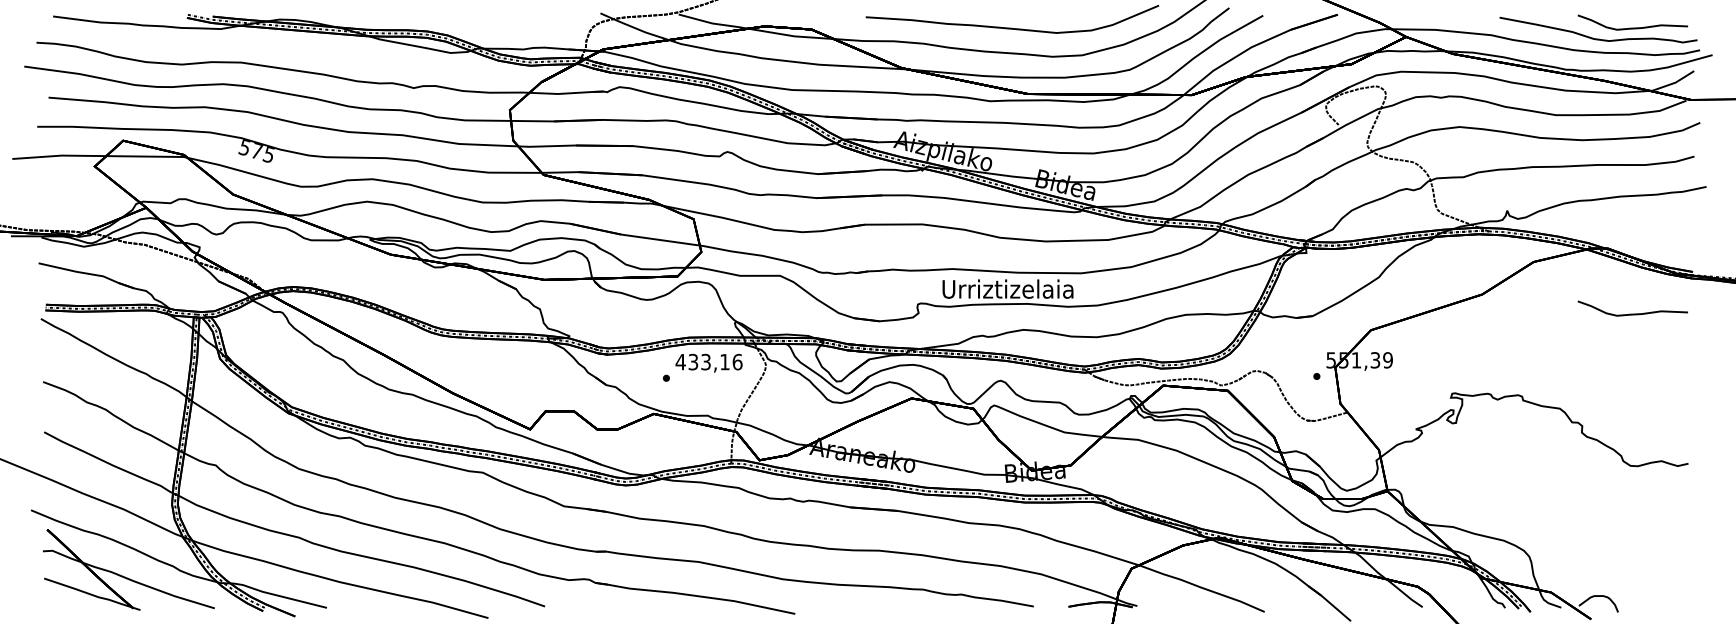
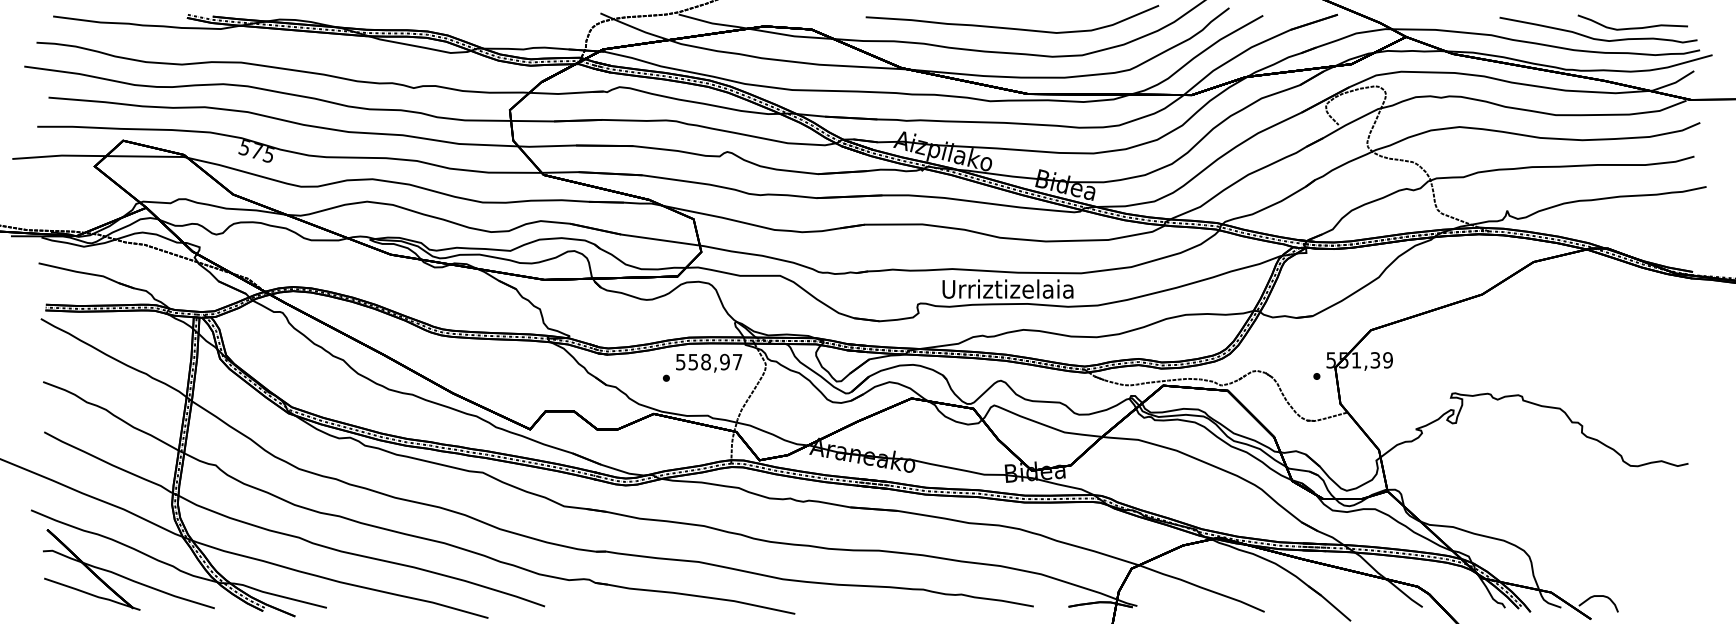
curve at (1632, 313): present -> none
text at (708, 361): 433,16 -> 558,97
